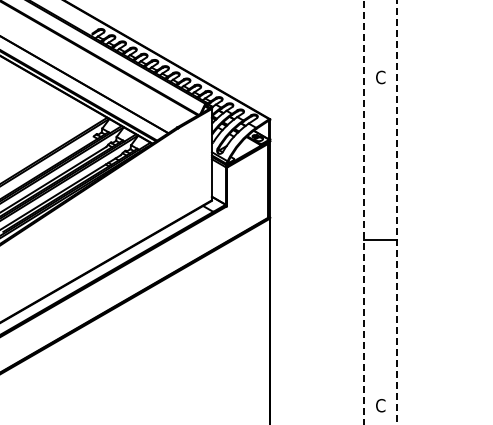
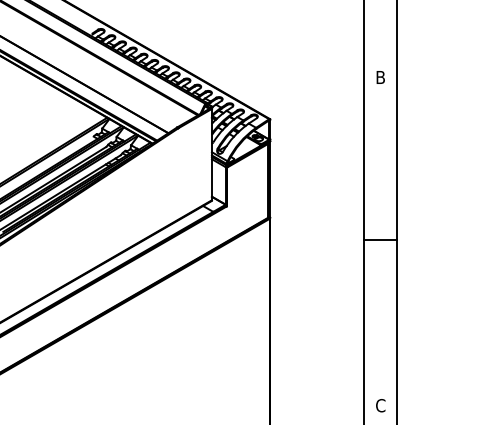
text at (380, 77): C -> B
line at (364, 212): dashed -> solid
line at (396, 212): dashed -> solid
